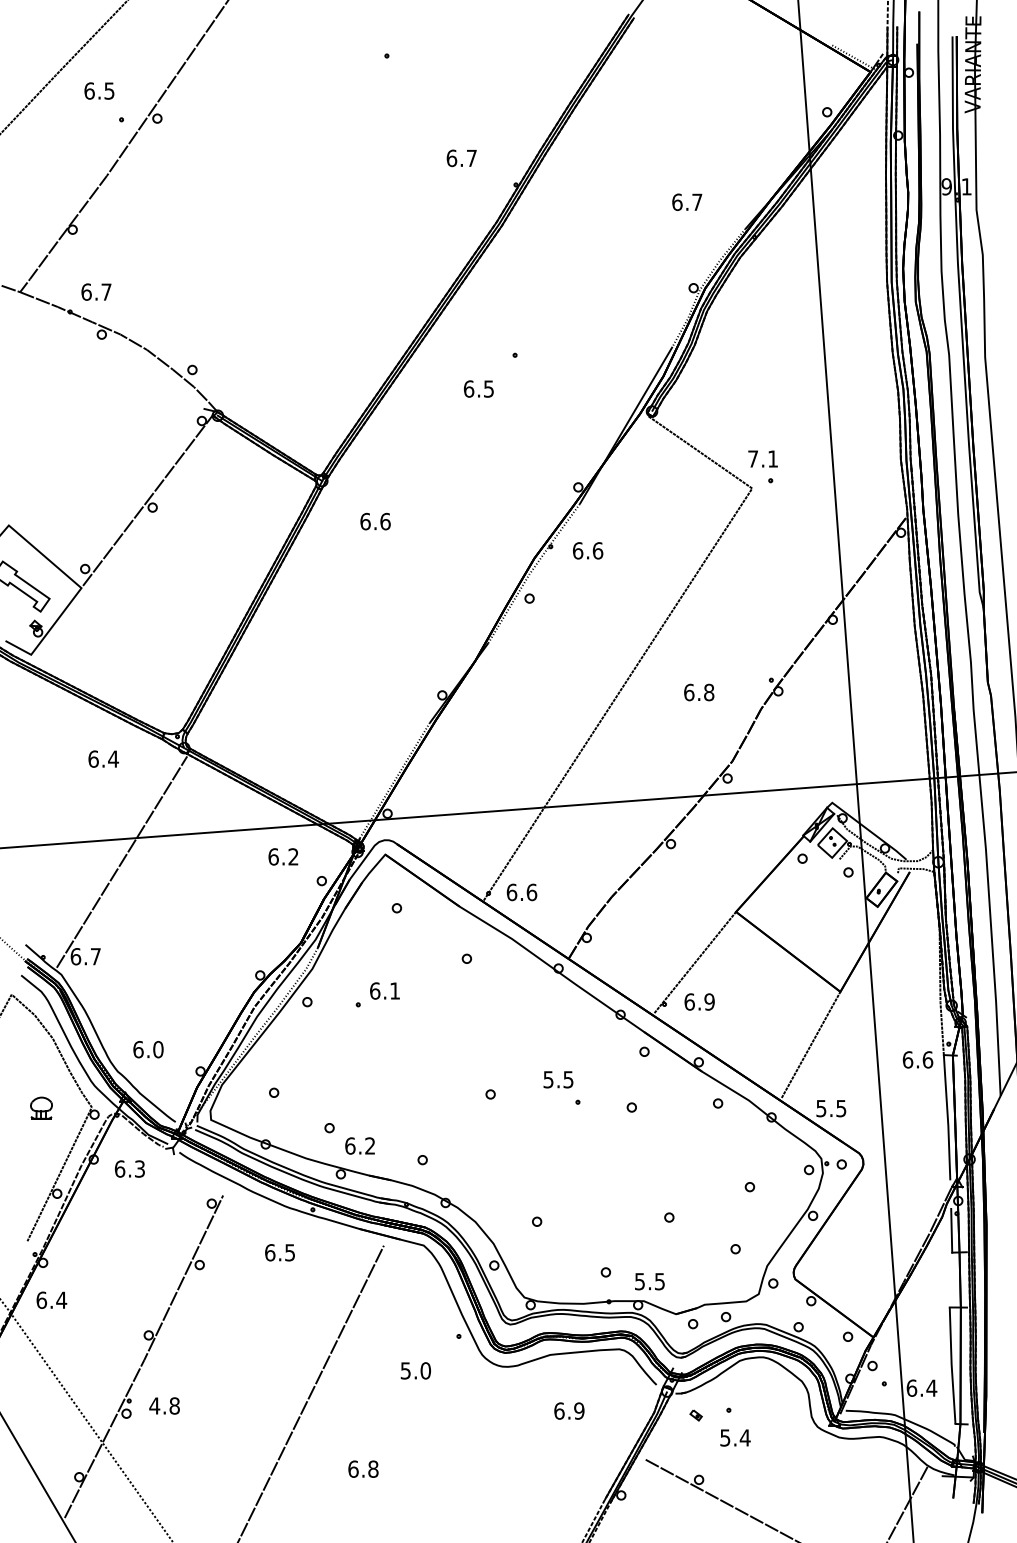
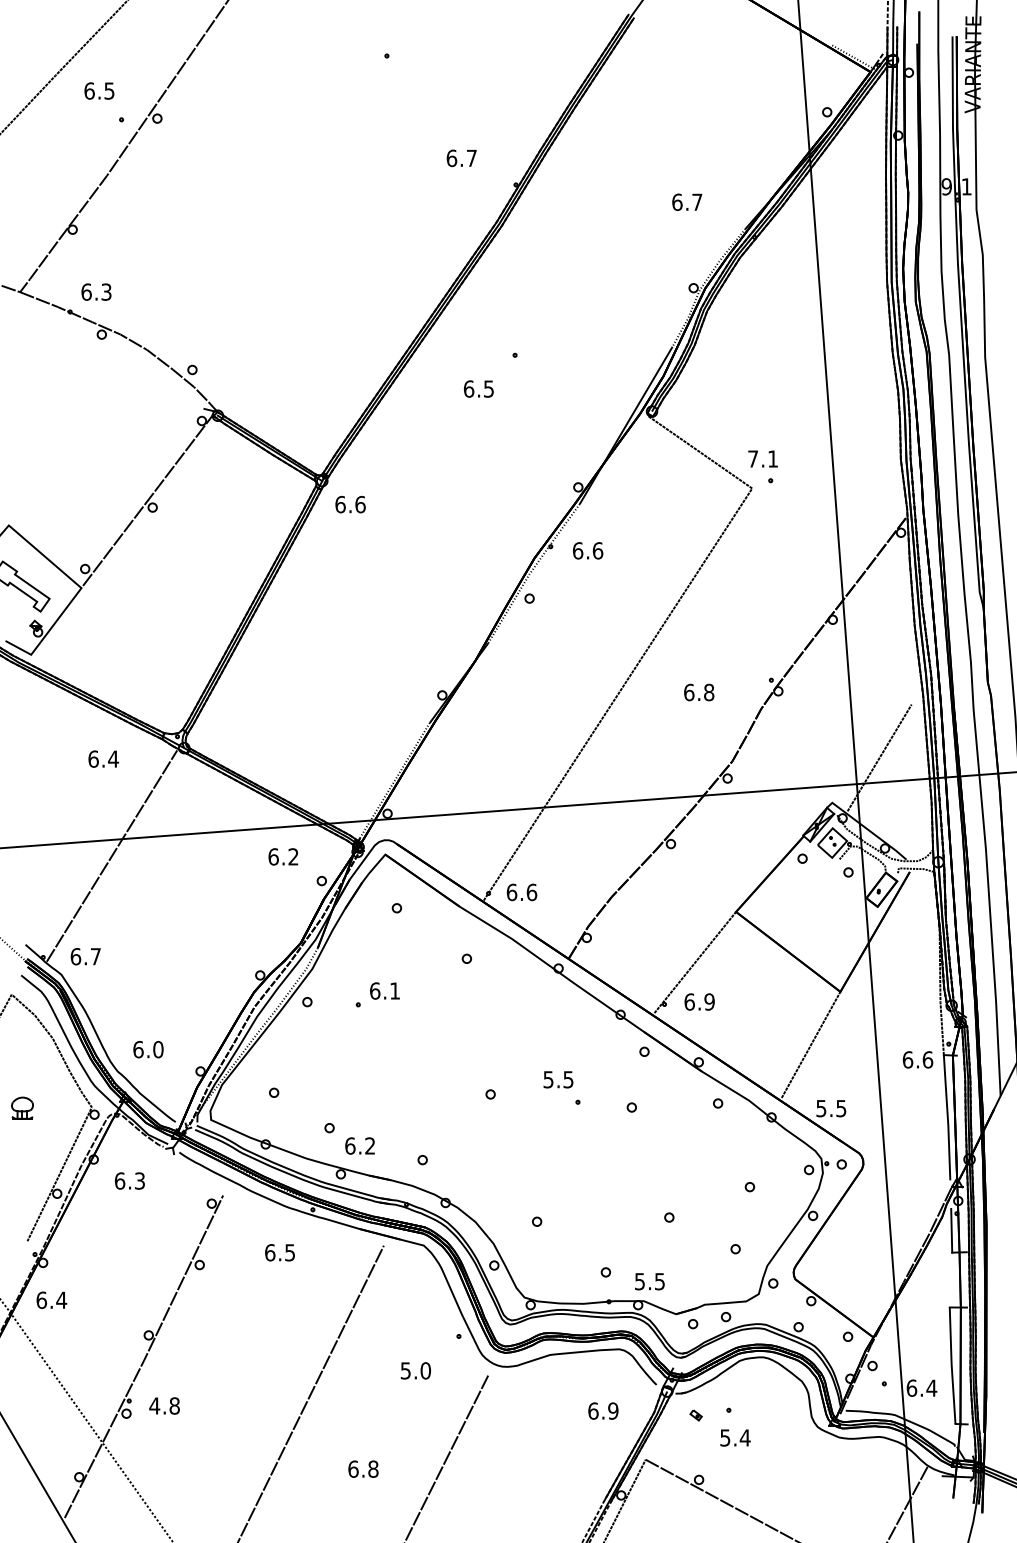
text at (106, 291): 6.7 -> 6.3
text at (375, 521) position: (375, 521) -> (350, 504)
line at (879, 757): none -> present
line at (121, 861) position: (121, 861) -> (111, 855)
part at (41, 1107) position: (41, 1107) -> (22, 1107)
text at (129, 1168) position: (129, 1168) -> (129, 1180)
text at (569, 1410) position: (569, 1410) -> (603, 1410)
line at (447, 1457): none -> present
line at (625, 1499): none -> present
